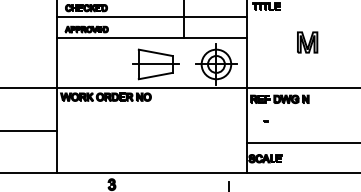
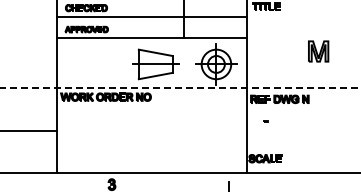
part at (307, 42) position: (307, 42) -> (318, 51)
line at (180, 88): solid -> dashed
line at (302, 143): present -> none
